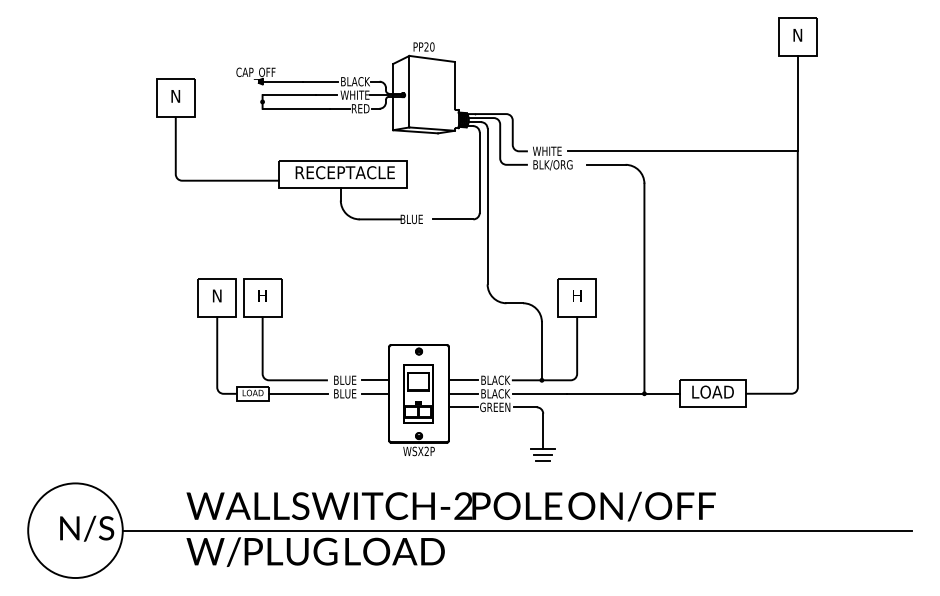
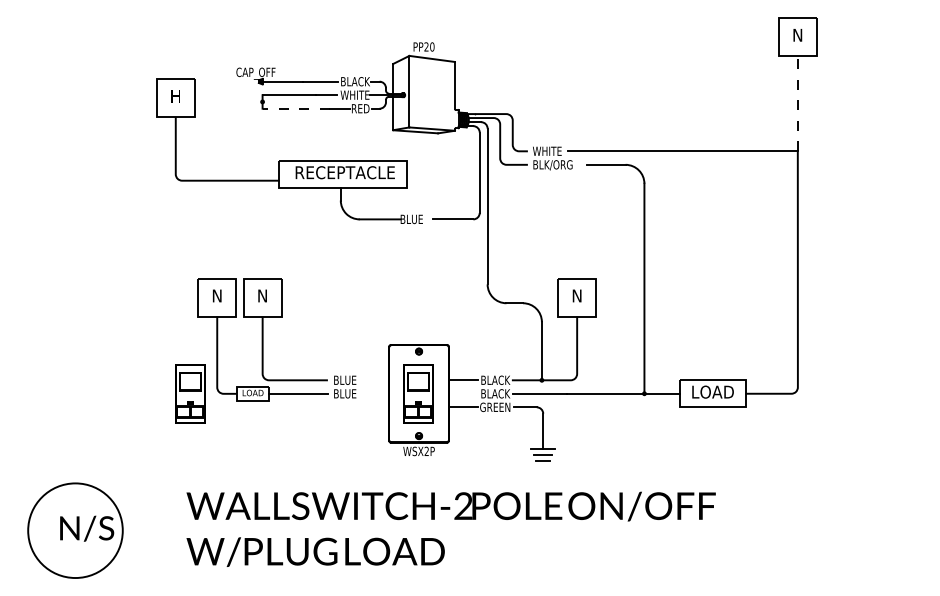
text at (175, 96): N -> H
line at (797, 103): solid -> dashed
line at (296, 108): solid -> dashed
text at (262, 295): H -> N
text at (576, 295): H -> N
line at (375, 380): present -> none
part at (190, 393): none -> present
line at (375, 393): present -> none
line at (462, 393): present -> none
line at (516, 530): present -> none
